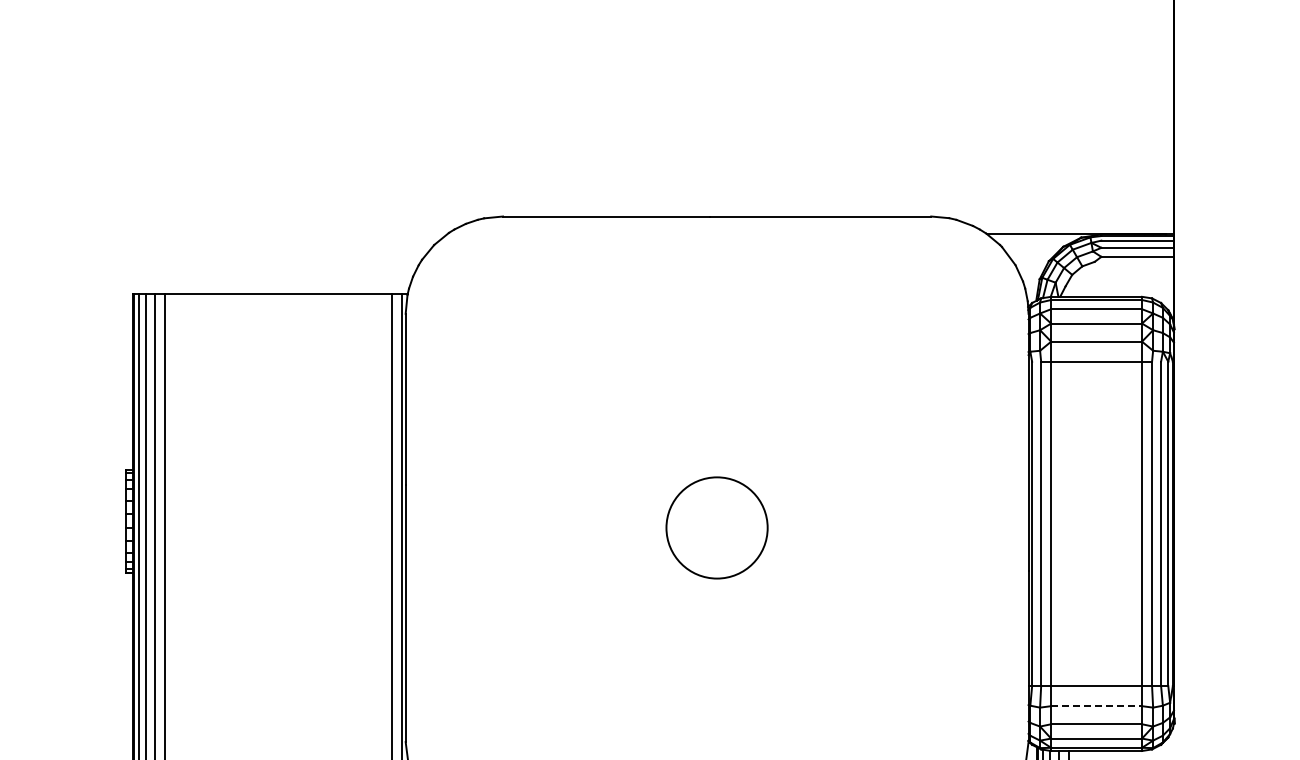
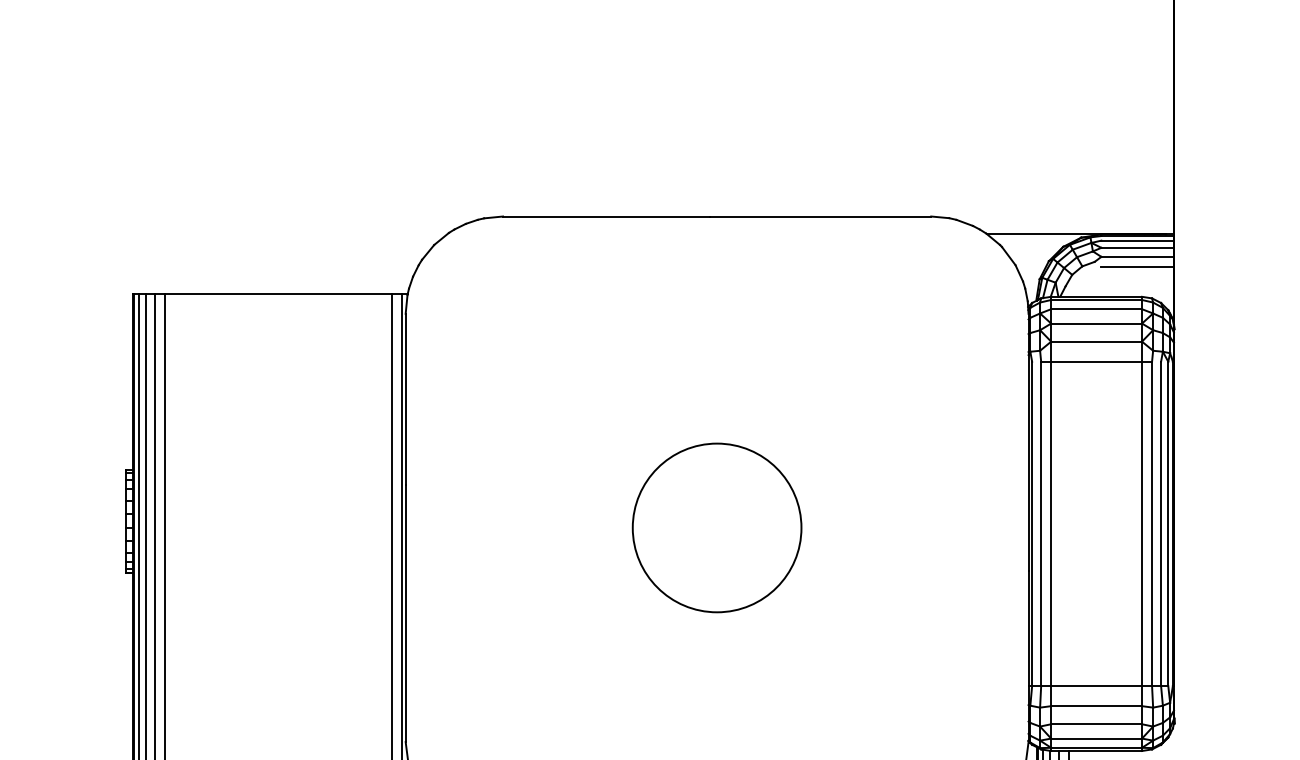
line at (1137, 266): none -> present
circle at (716, 527) size: 104x104 px -> 172x172 px
line at (1097, 706): dashed -> solid
